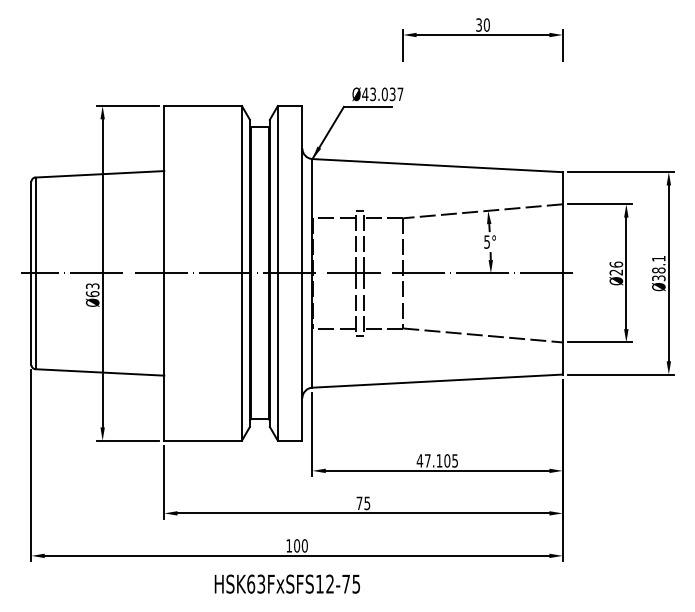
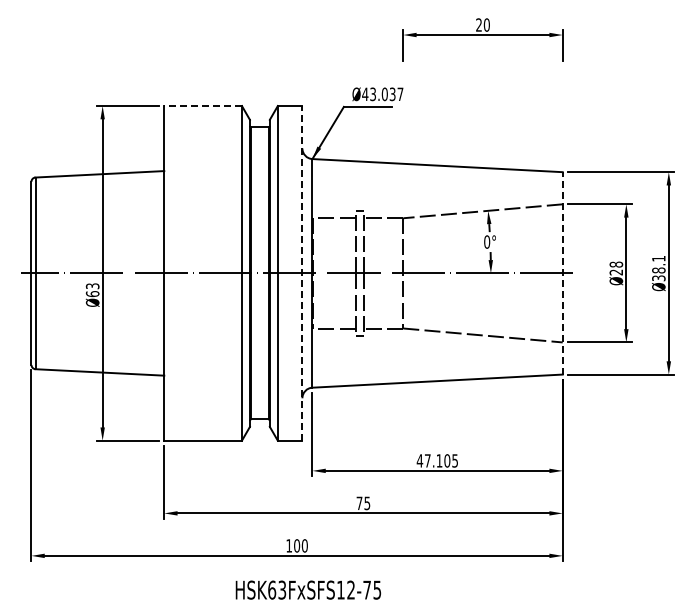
text at (478, 24): 30 -> 20
line at (203, 106): solid -> dashed
text at (487, 241): 5° -> 0°
text at (615, 264): Ø26 -> Ø28
line at (302, 272): solid -> dashed
line at (562, 272): solid -> dashed
text at (287, 583) position: (287, 583) -> (308, 589)
